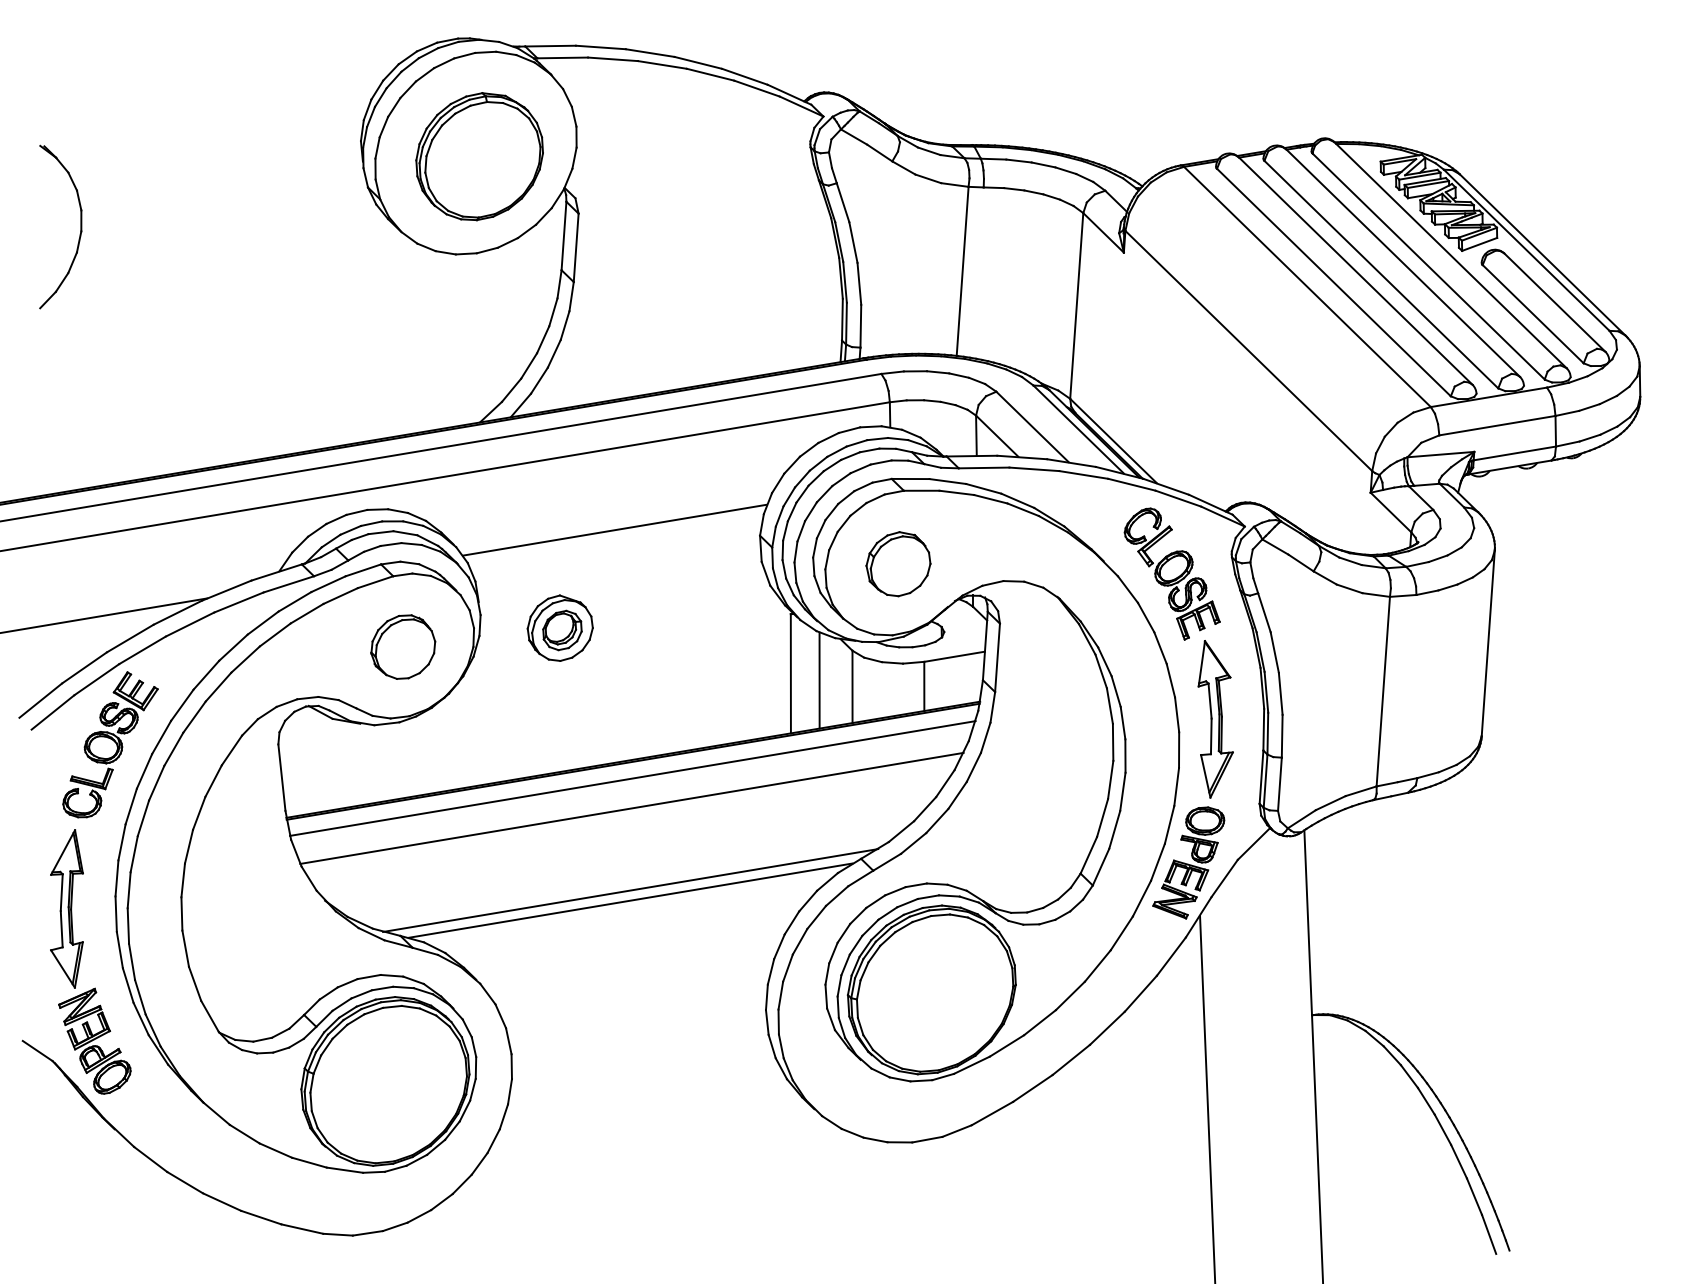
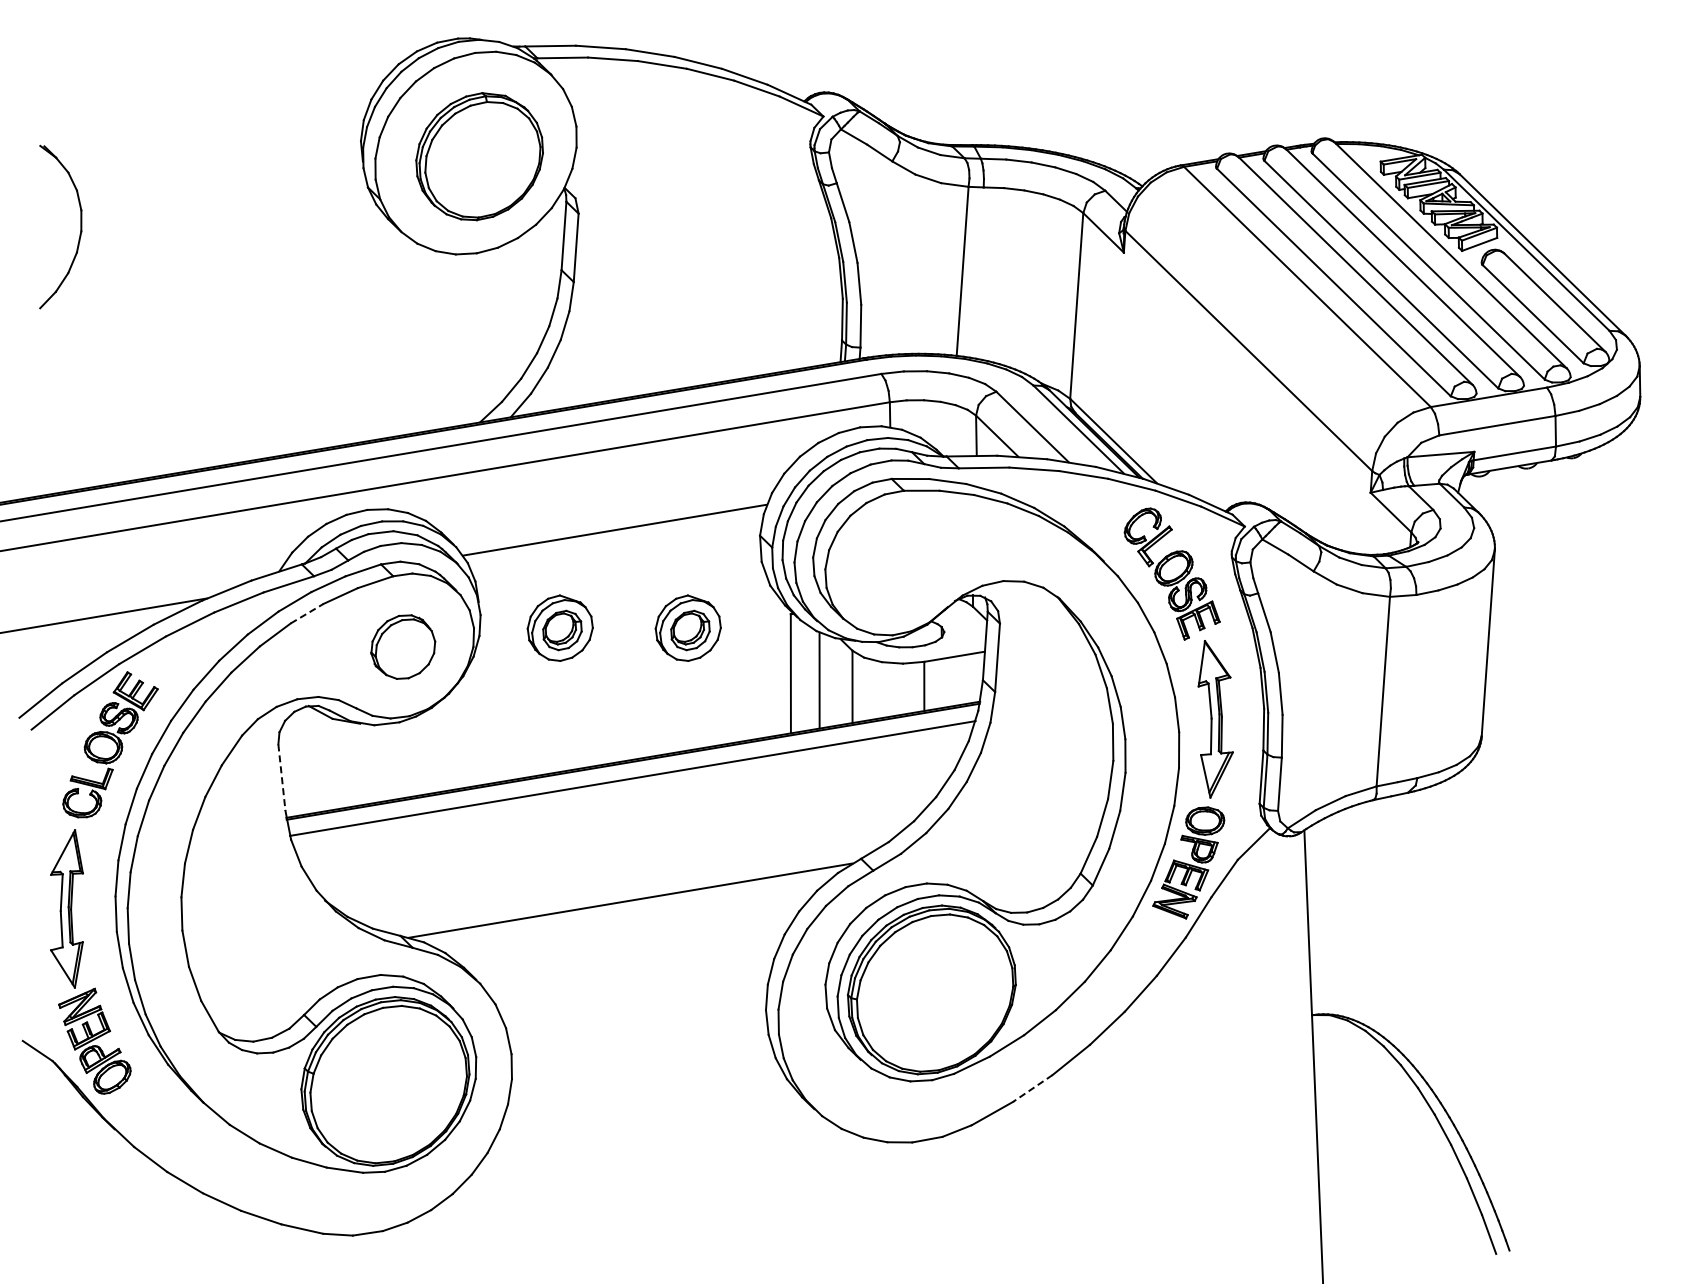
part at (898, 564): present -> none
line at (307, 613): solid -> dashed
part at (687, 627): none -> present
line at (281, 778): solid -> dashed
line at (631, 807): present -> none
line at (630, 890): present -> none
line at (1032, 1088): solid -> dashed
line at (1207, 1098): present -> none
